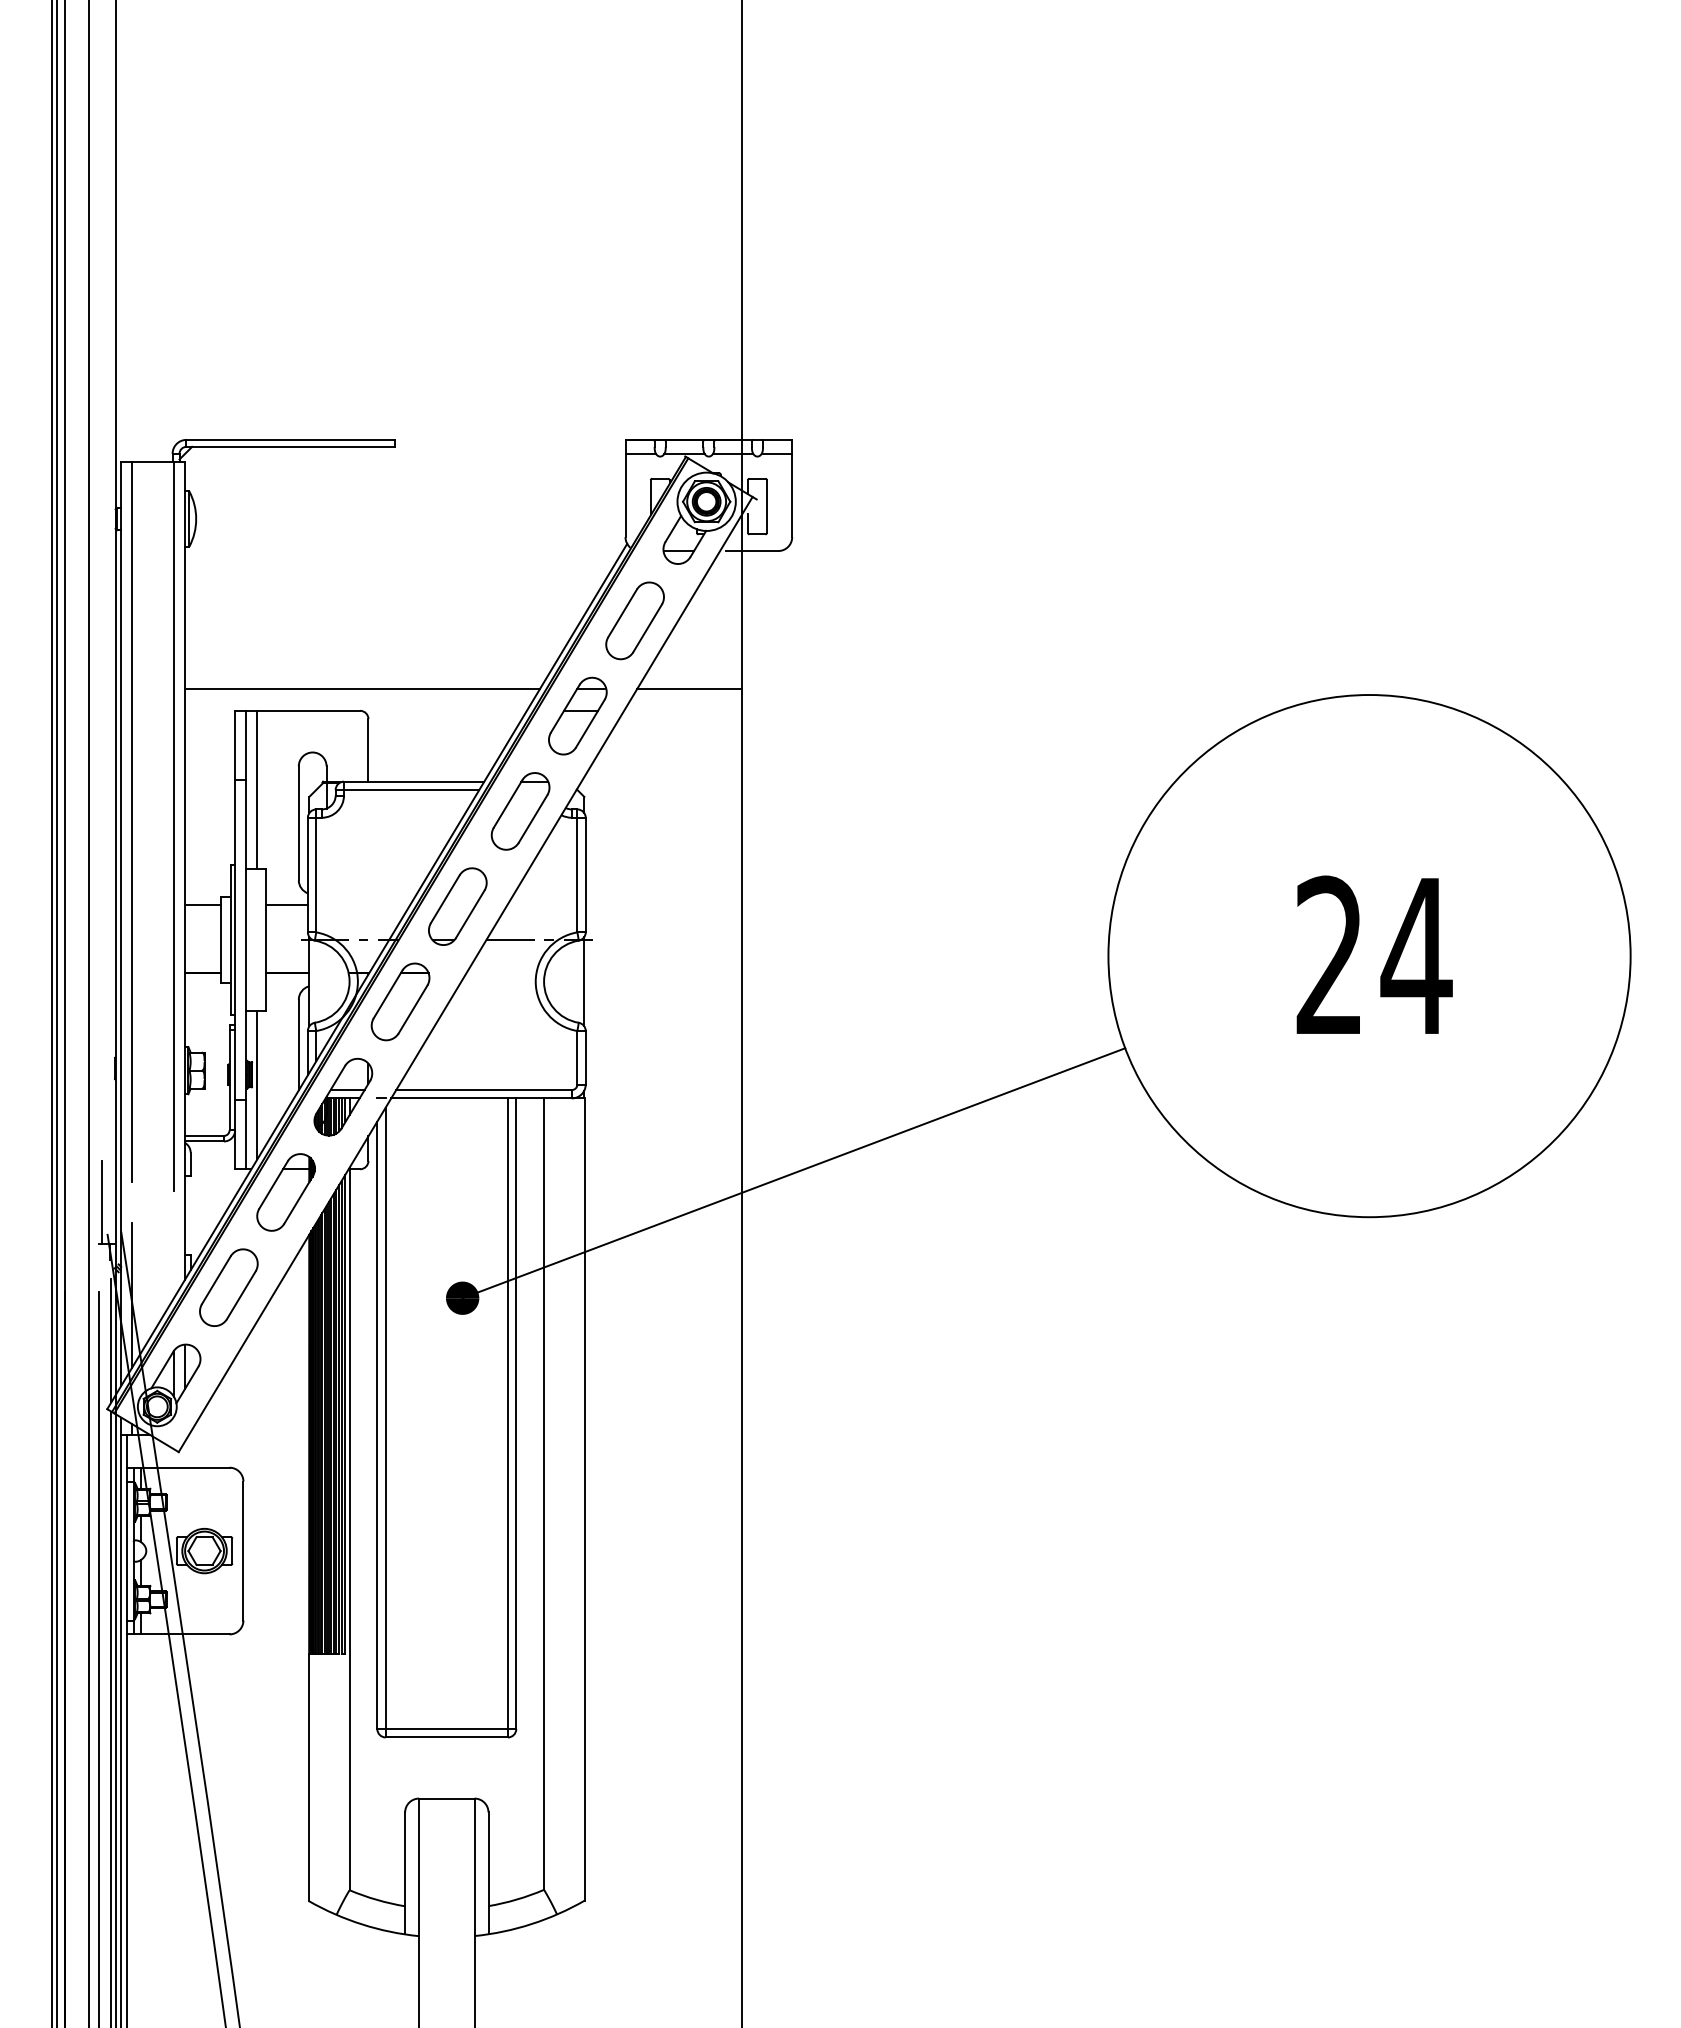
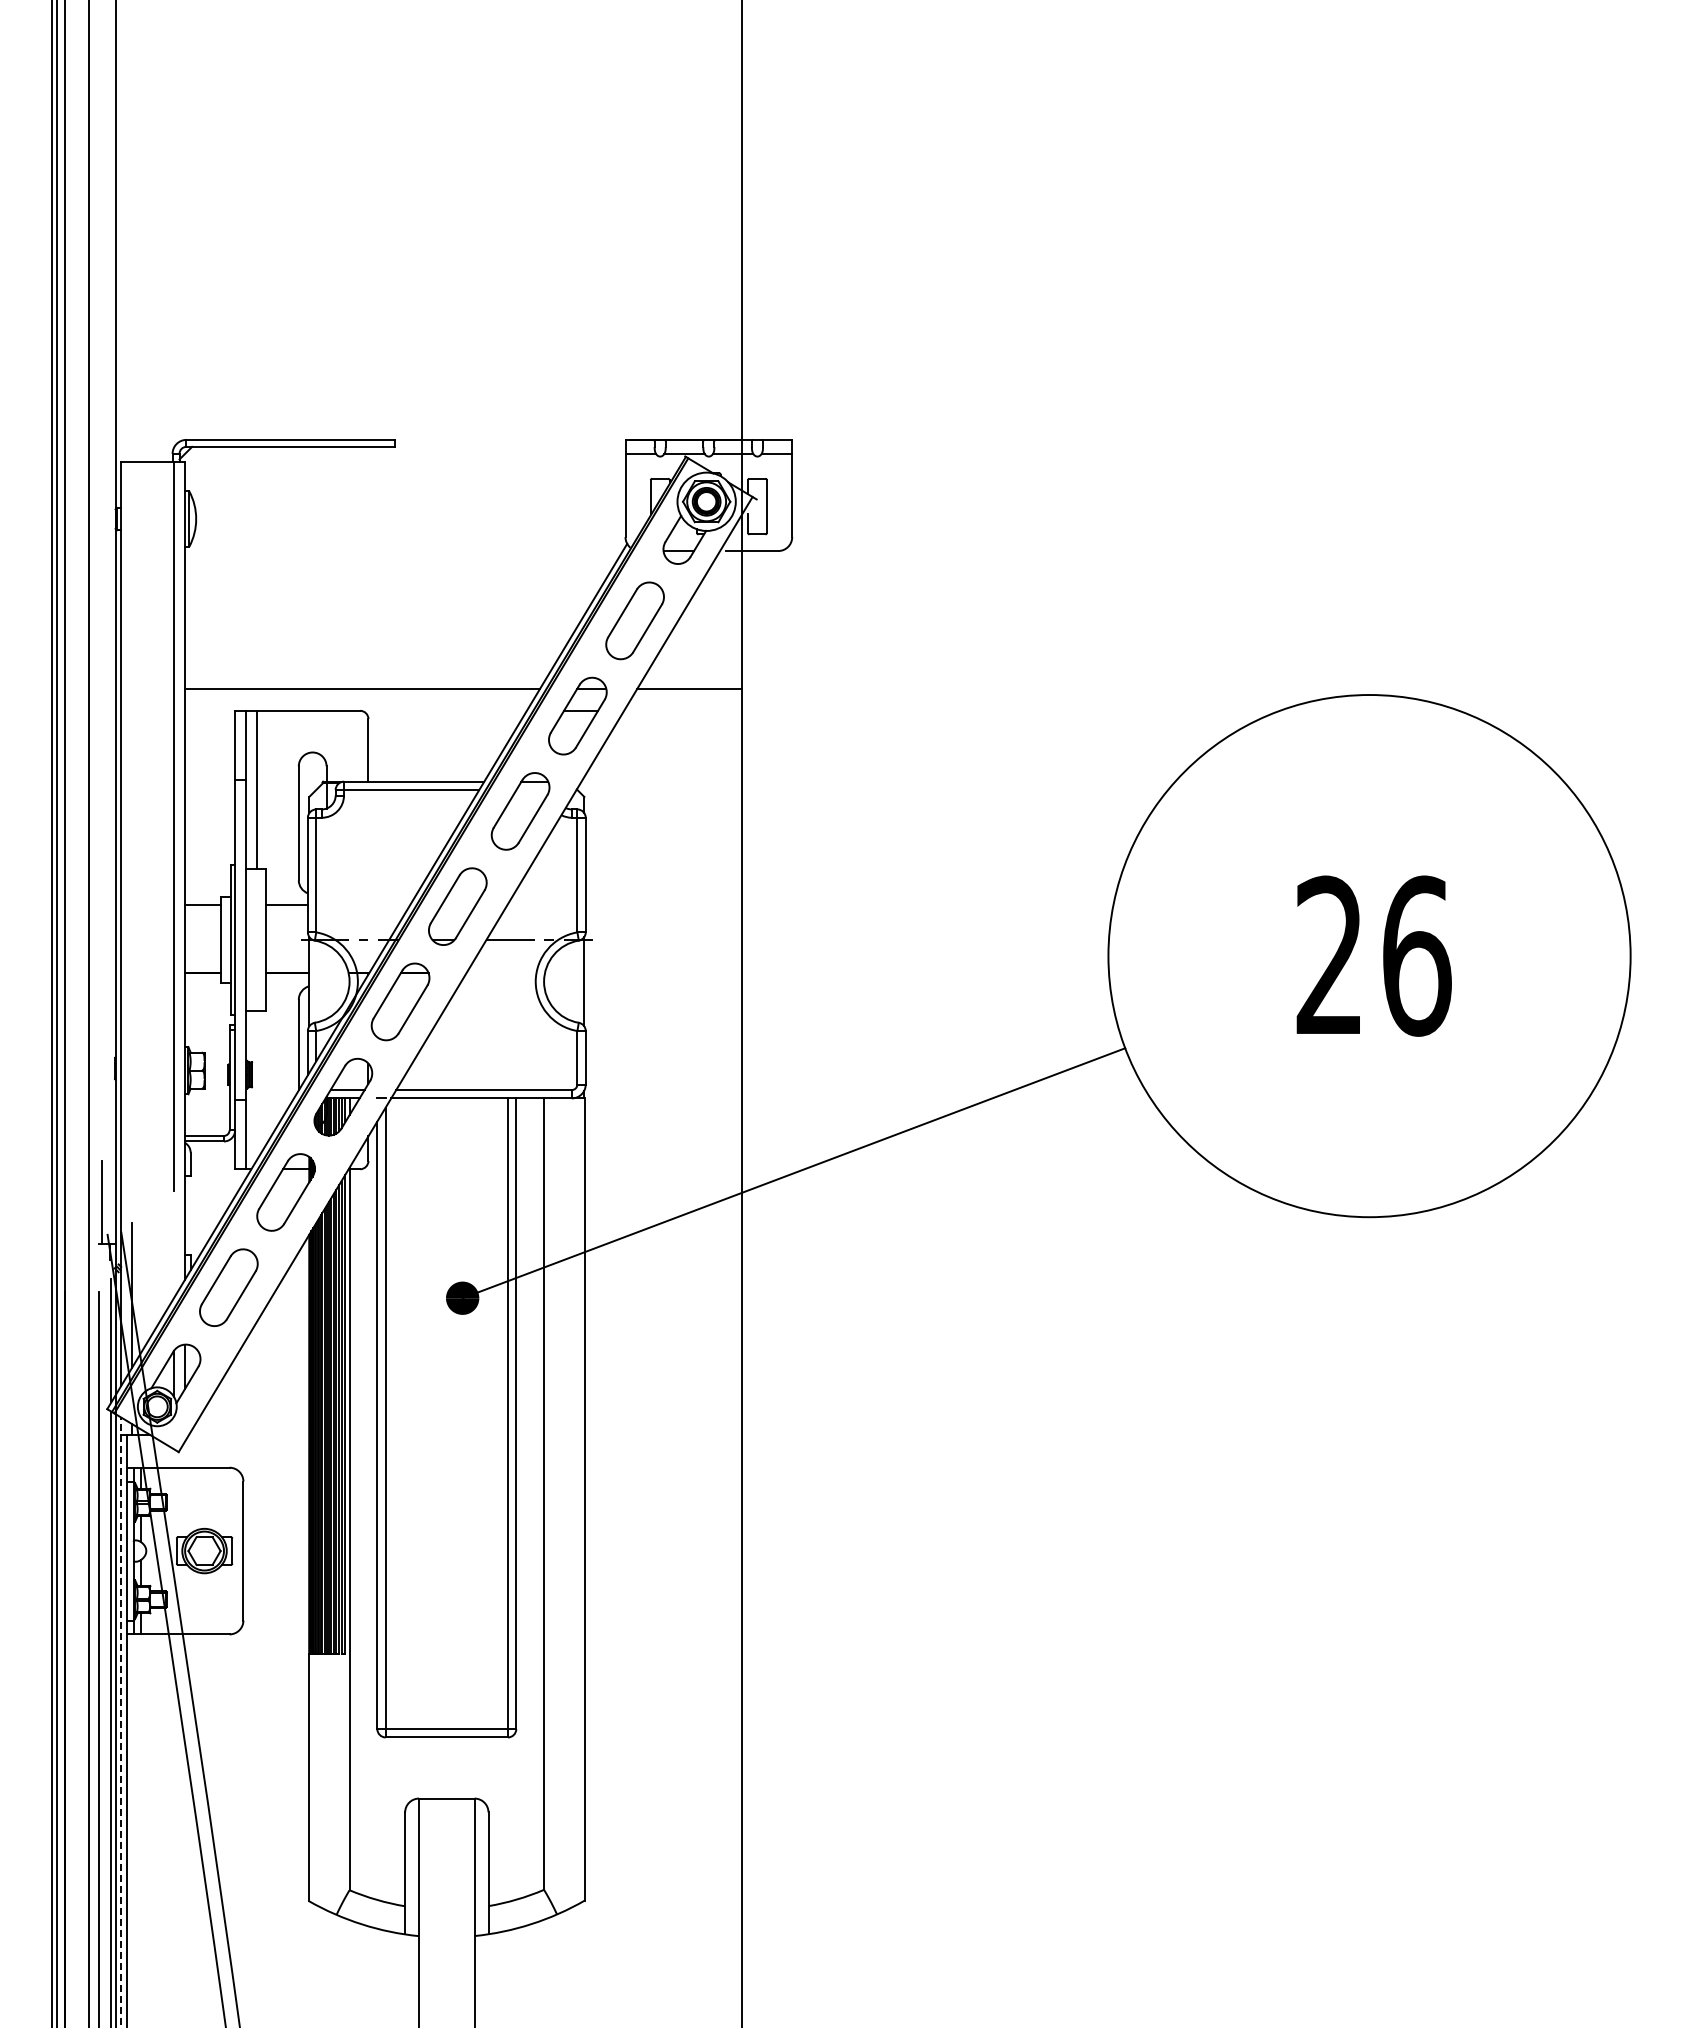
line at (132, 822): present -> none
text at (1416, 955): 24 -> 26
line at (257, 1084): present -> none
line at (121, 1722): solid -> dashed
